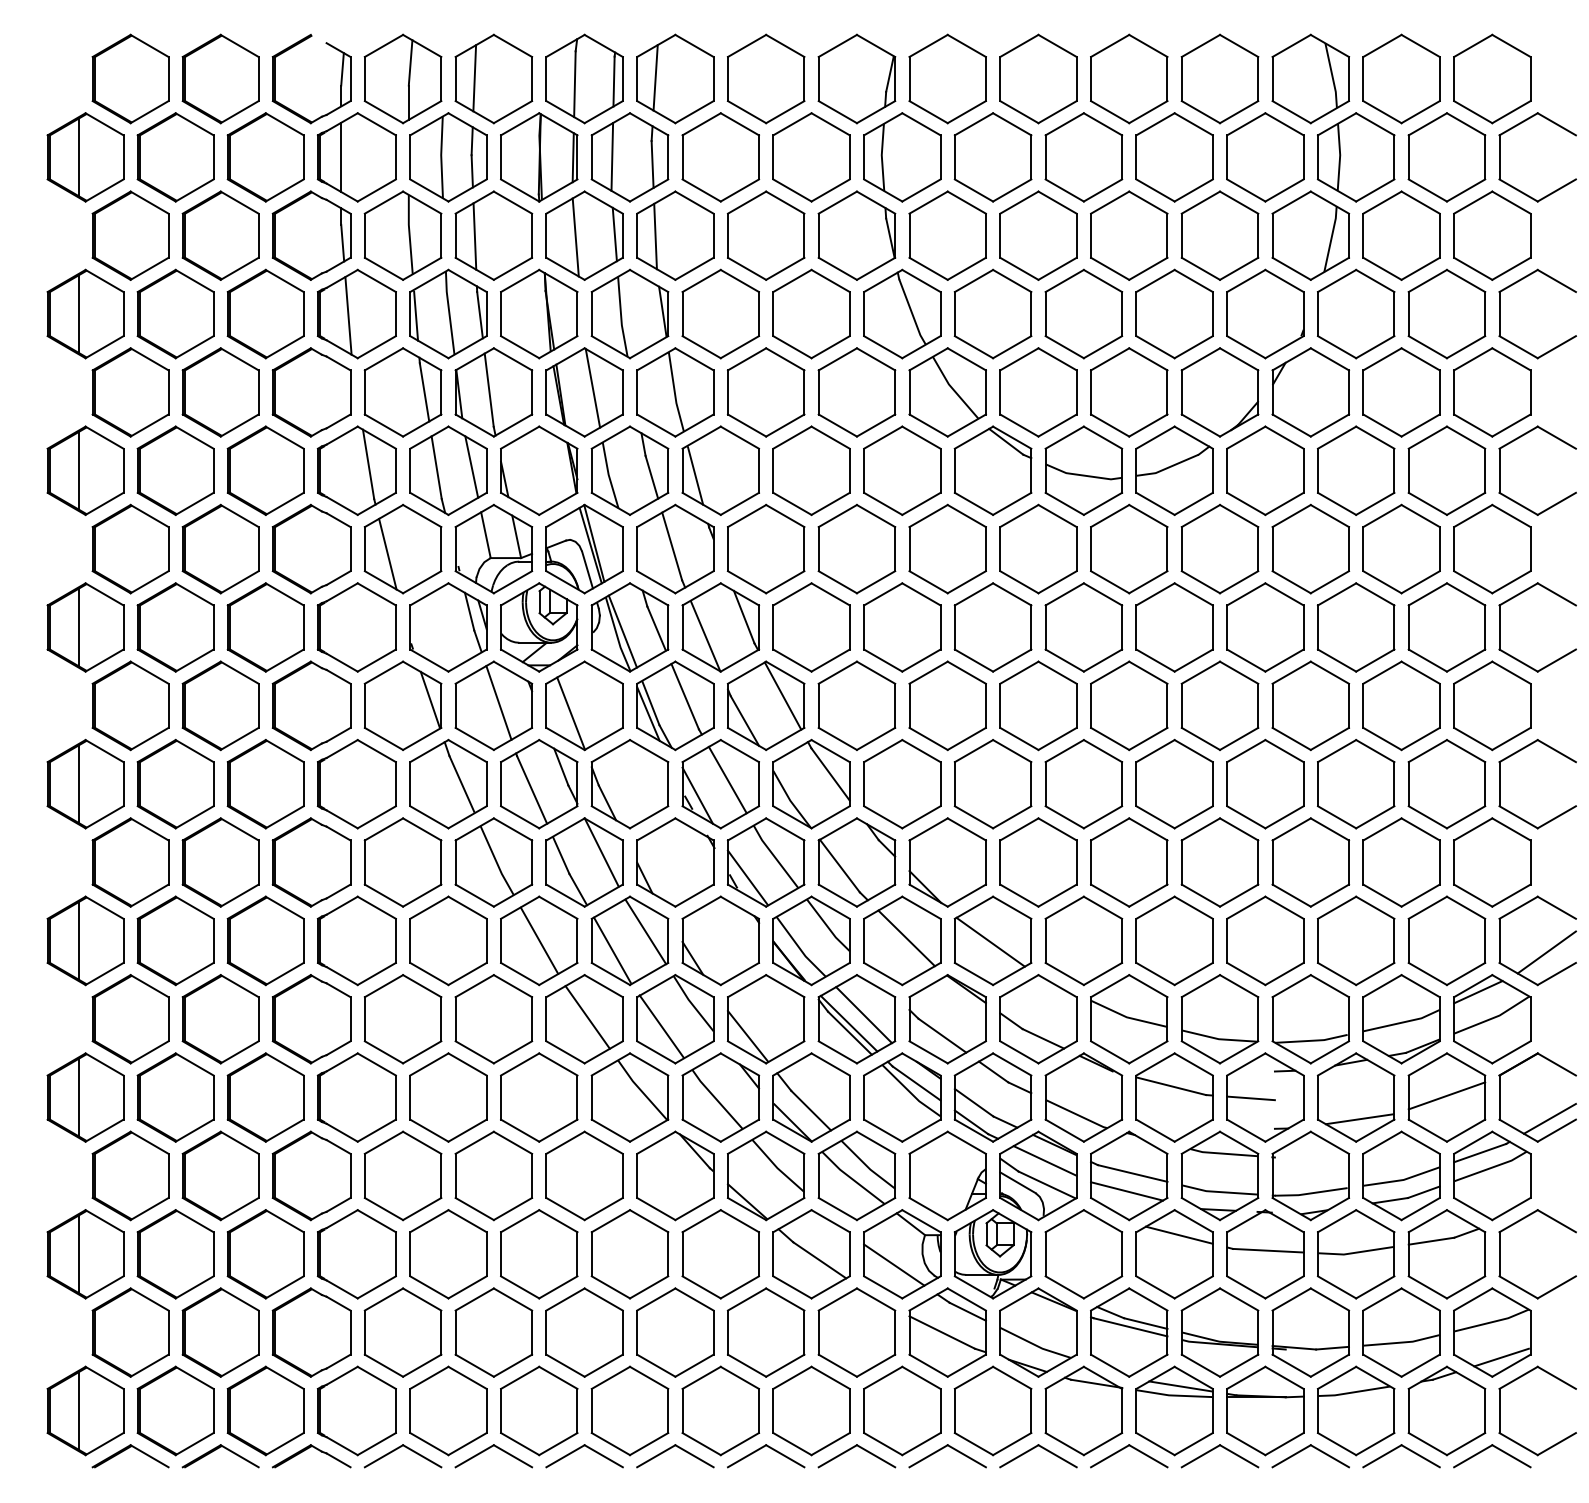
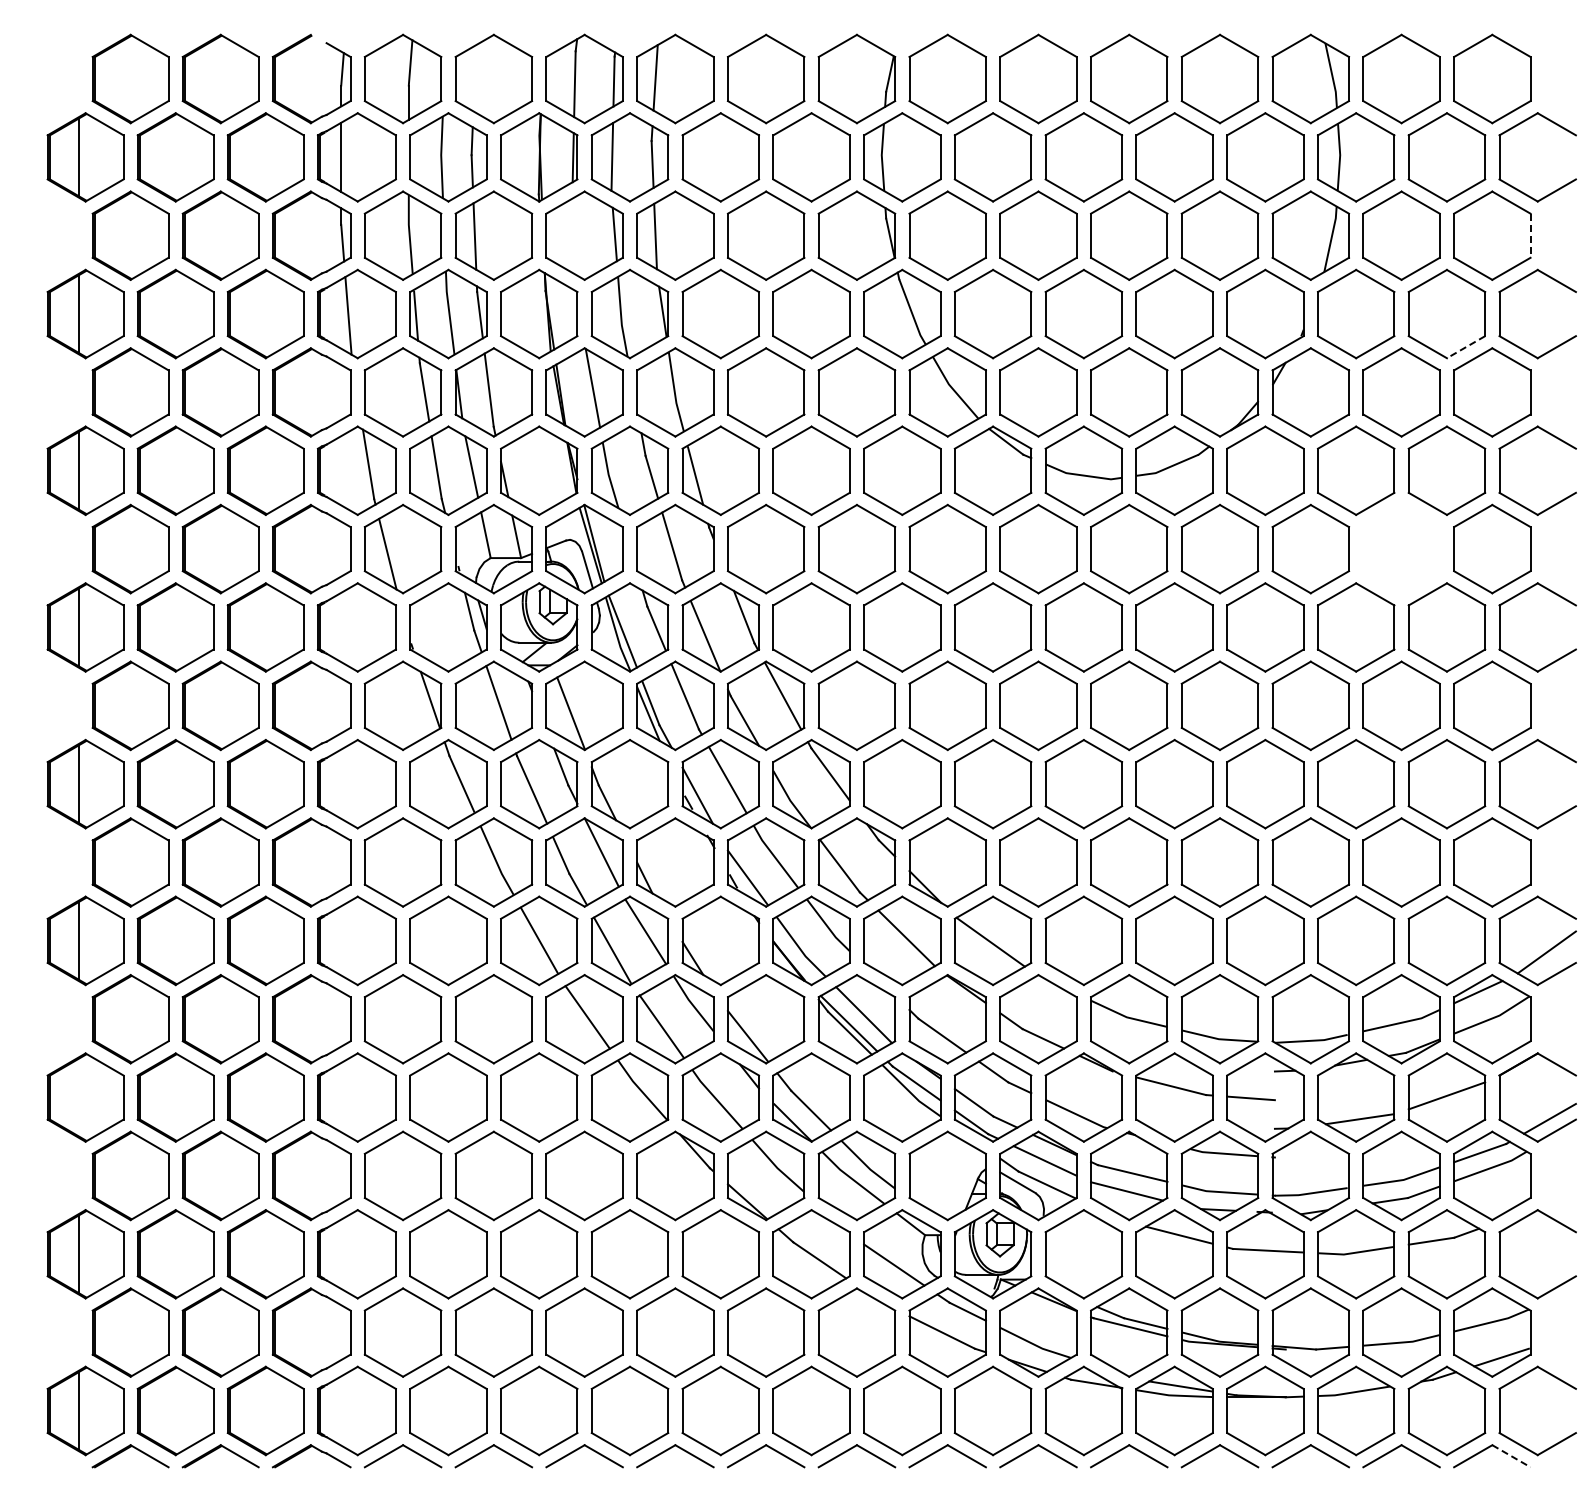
line at (474, 78): present -> none
line at (1530, 236): solid -> dashed
line at (575, 237): present -> none
line at (1465, 347): solid -> dashed
part at (1401, 548): present -> none
line at (78, 1097): present -> none
line at (1511, 1456): solid -> dashed
